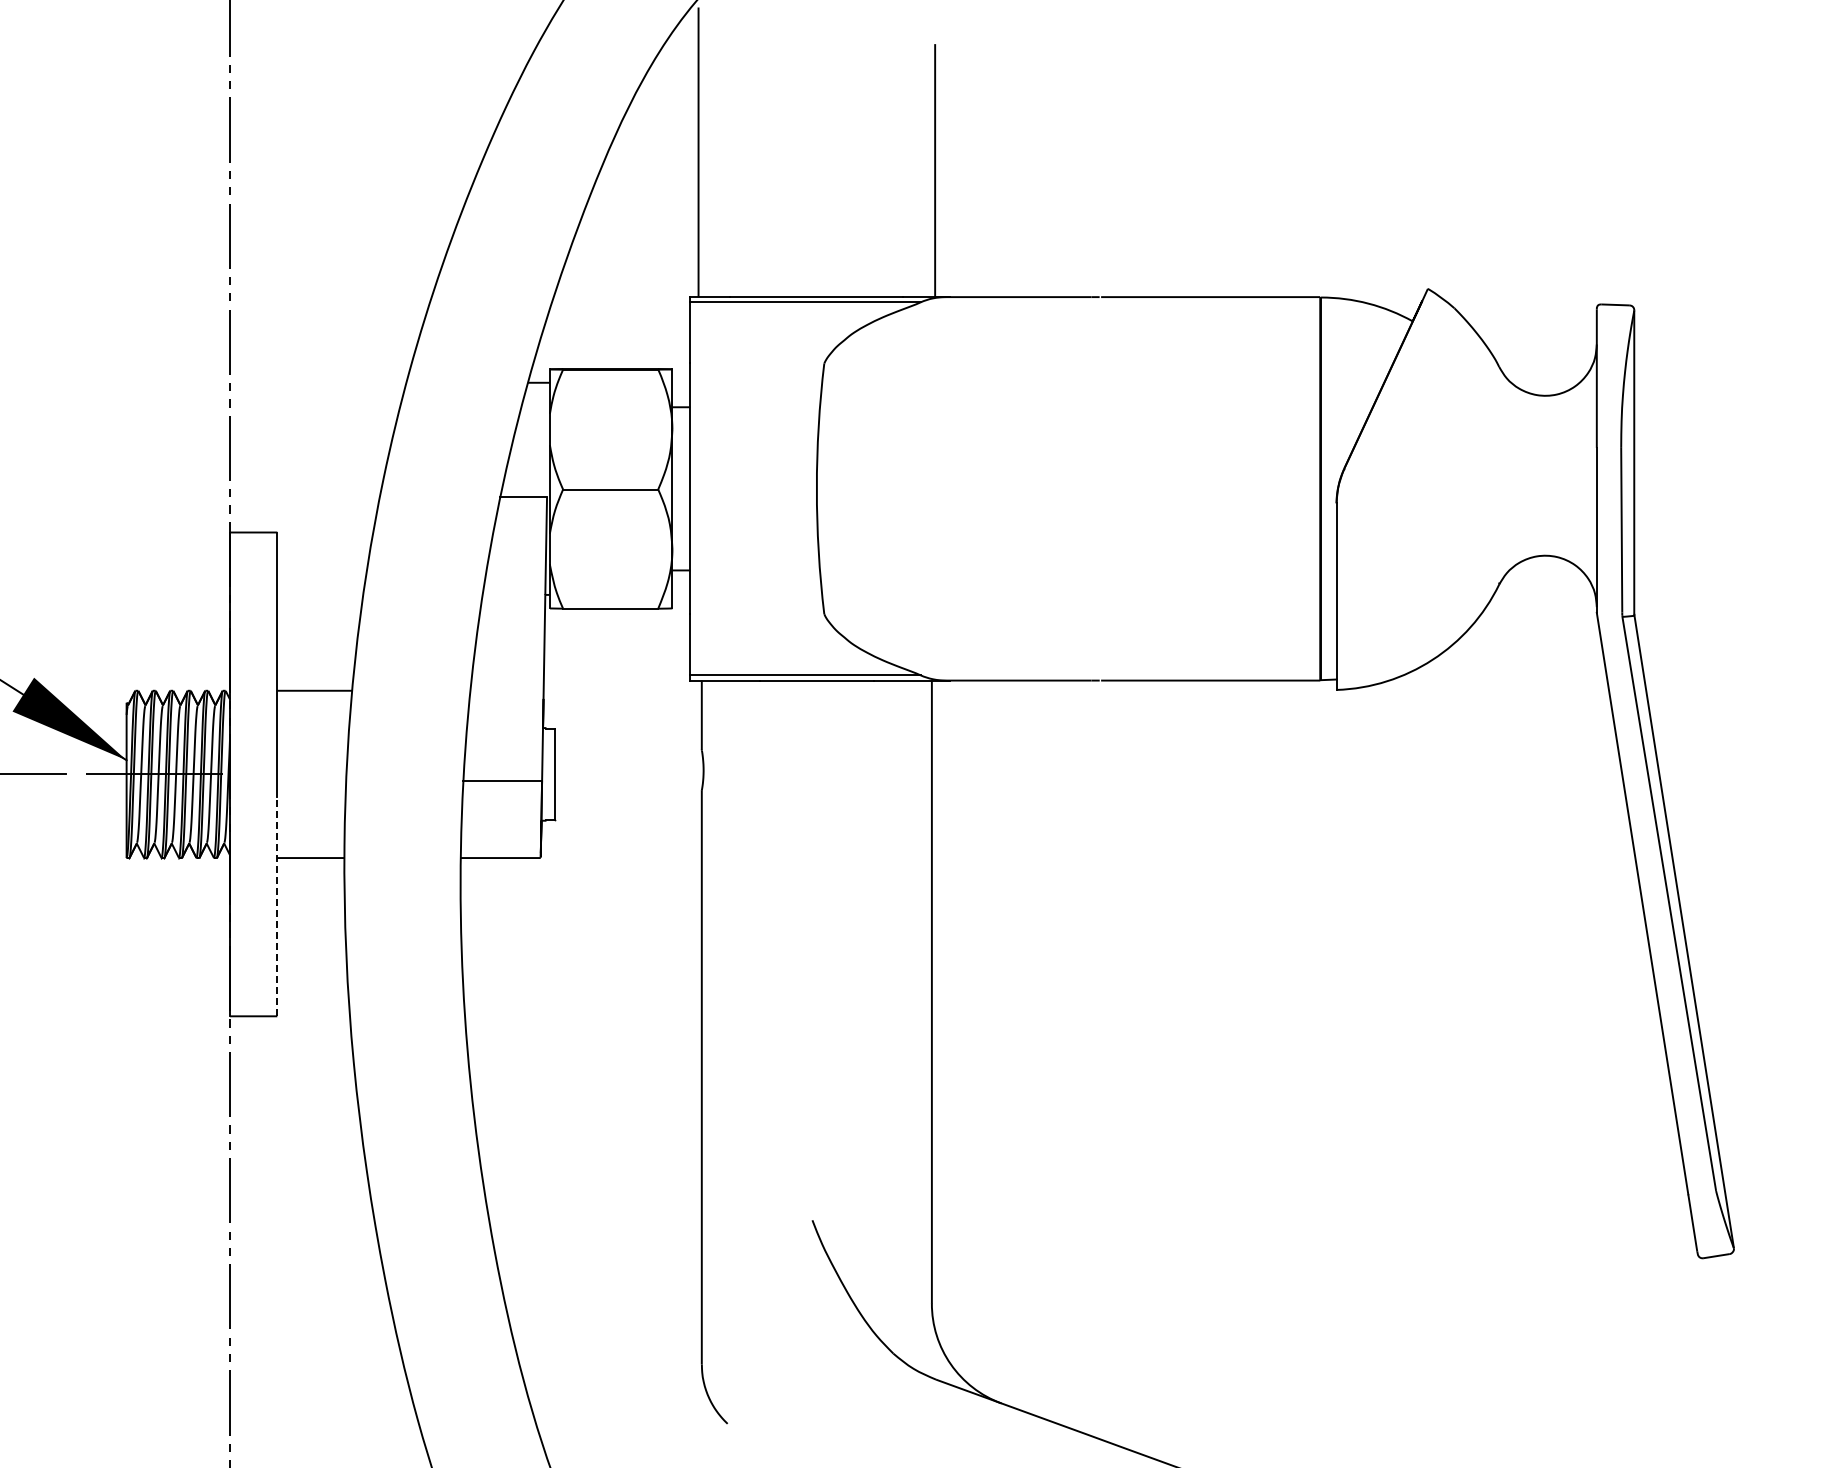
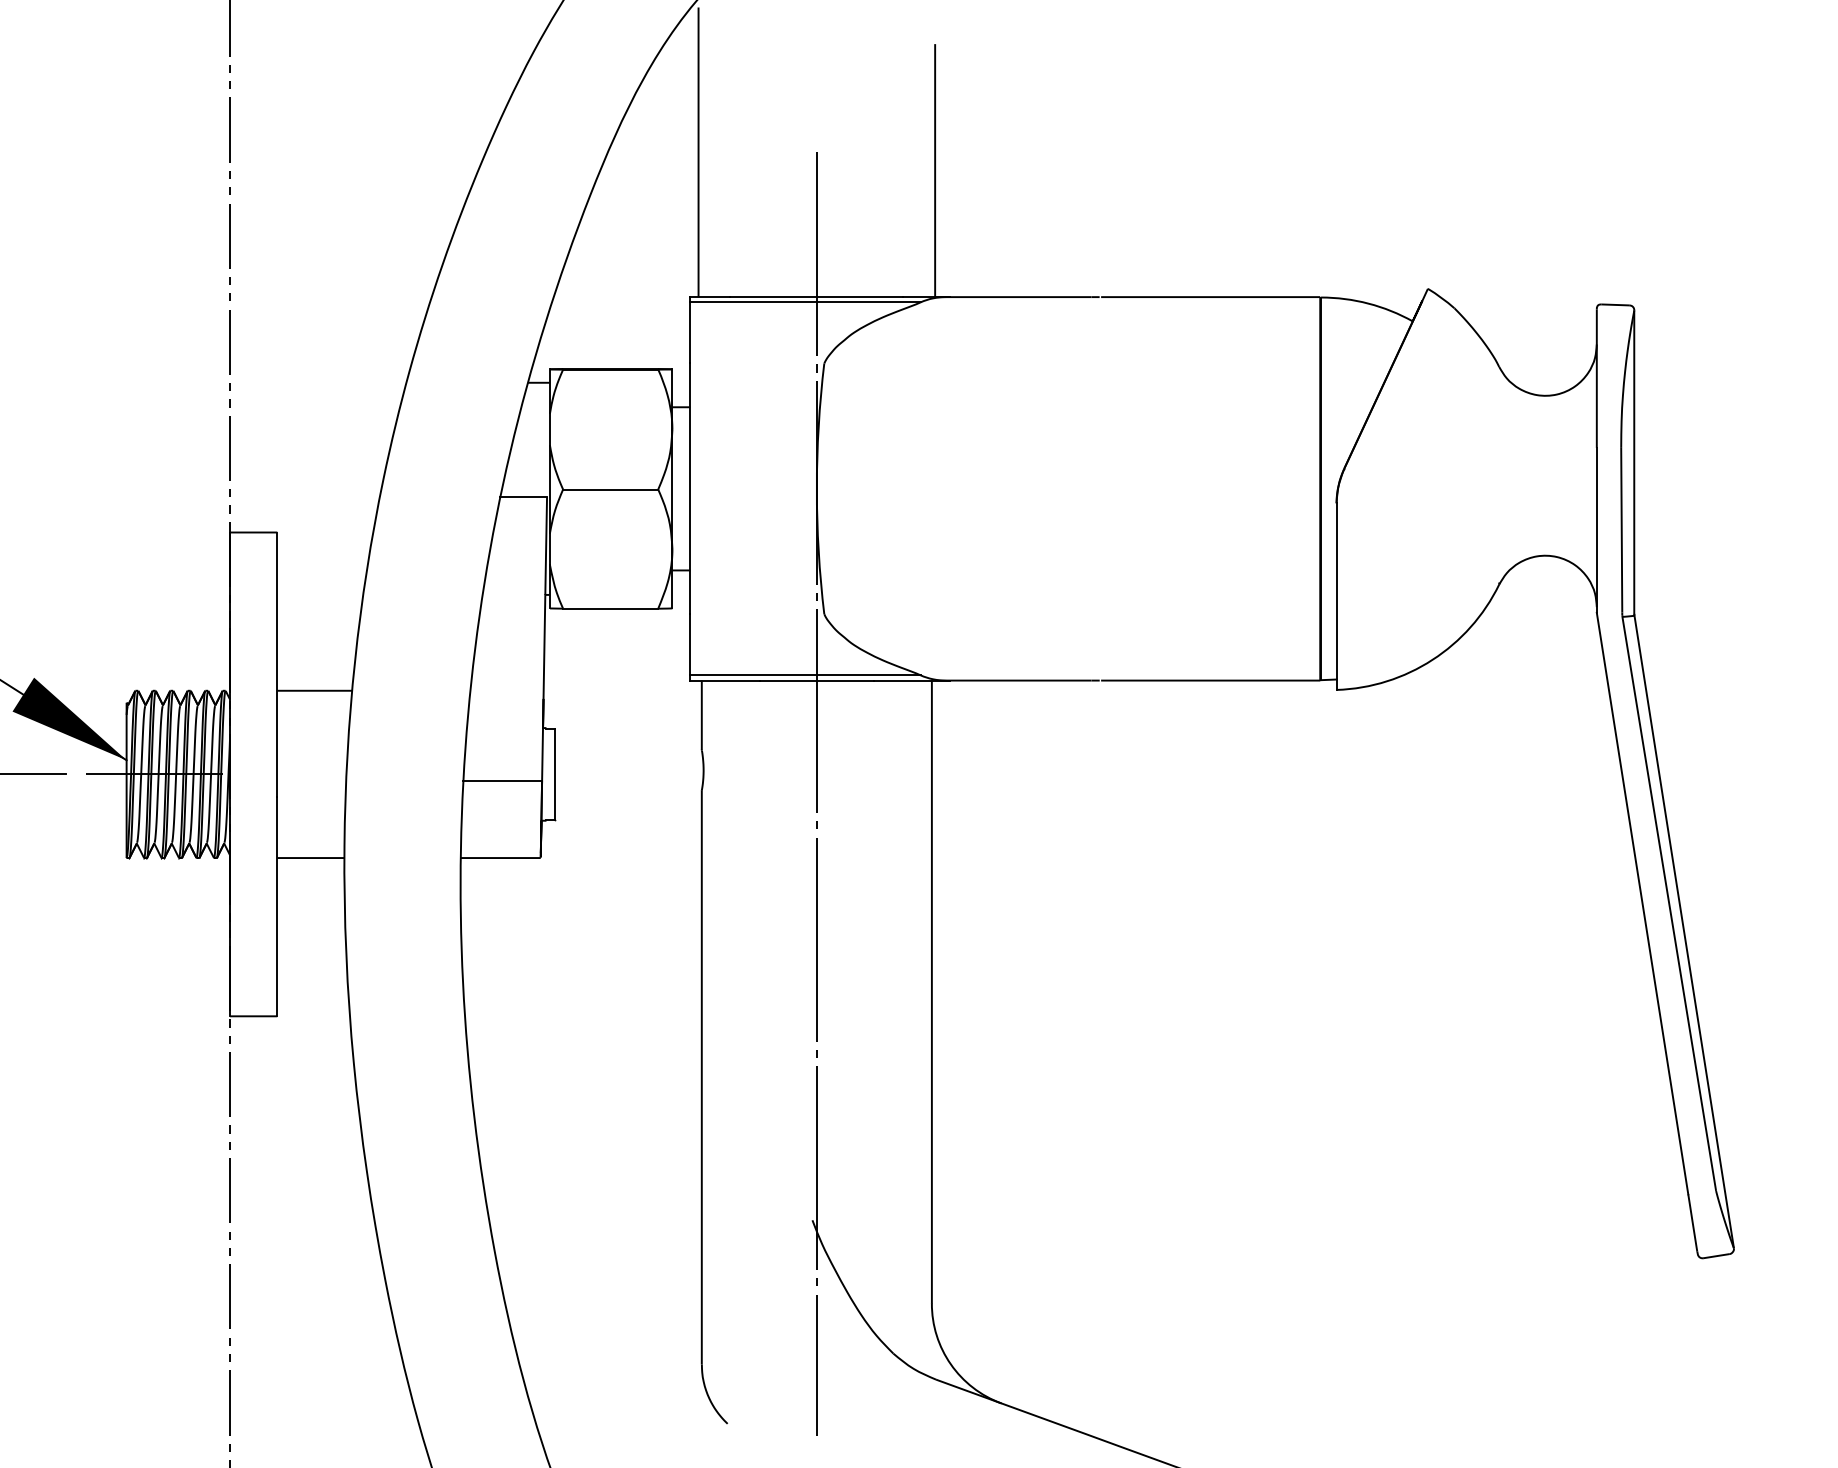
line at (816, 794): none -> present
line at (277, 906): dashed -> solid
